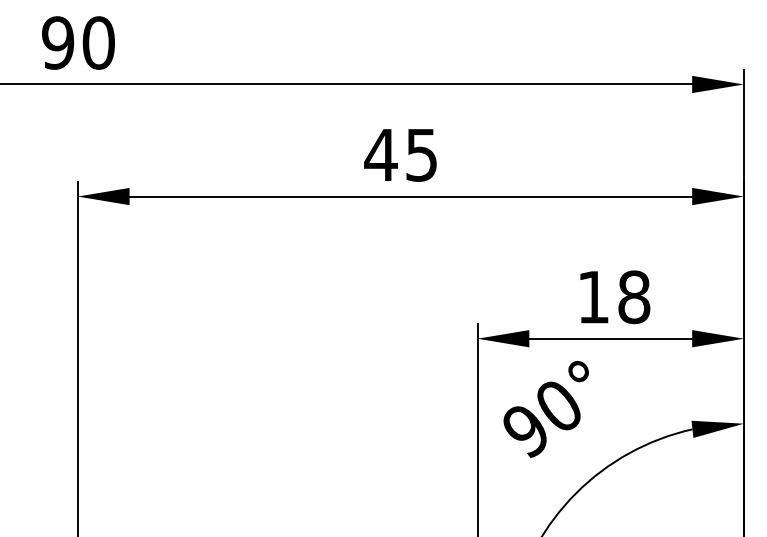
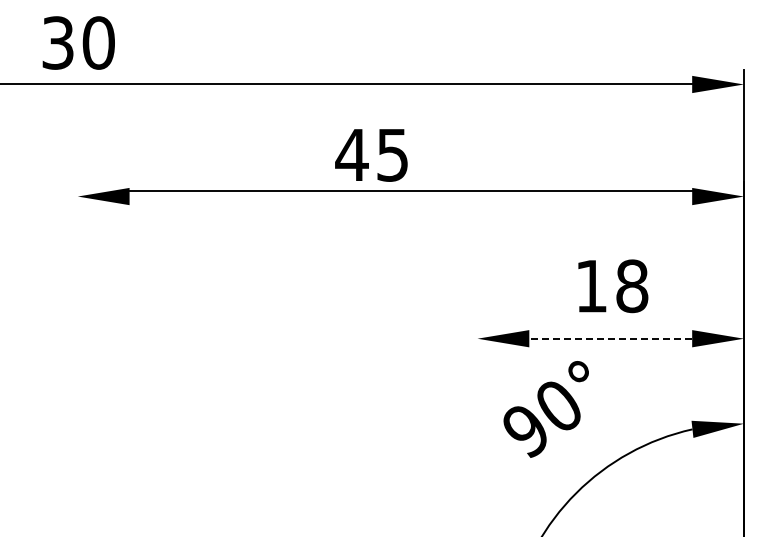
text at (58, 42): 90 -> 30
text at (400, 155) position: (400, 155) -> (371, 155)
line at (410, 196) position: (410, 196) -> (410, 190)
text at (615, 297) position: (615, 297) -> (613, 286)
line at (610, 338): solid -> dashed
line at (77, 357): present -> none
line at (477, 428): present -> none
